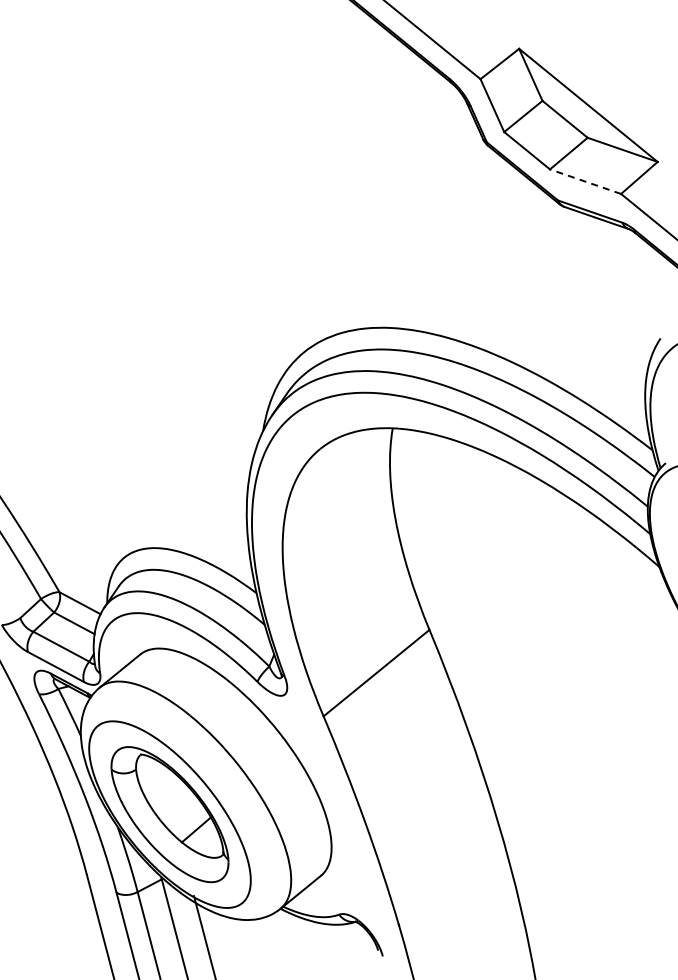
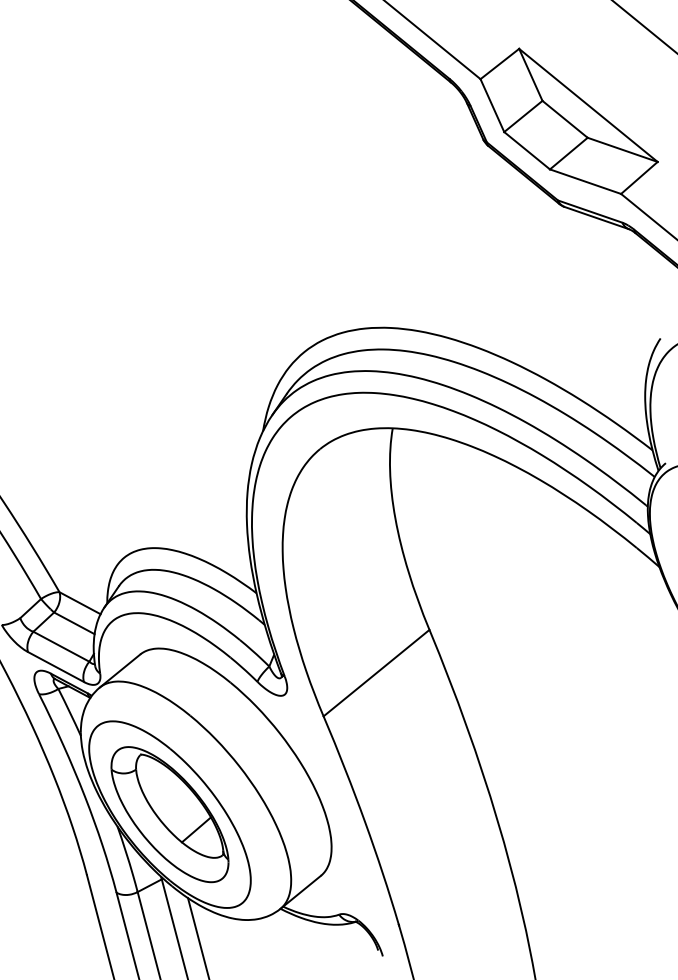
line at (644, 26): none -> present
line at (585, 181): dashed -> solid
line at (204, 936) position: (204, 936) -> (197, 937)
